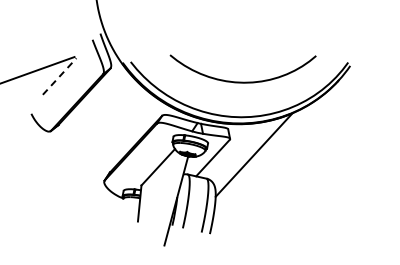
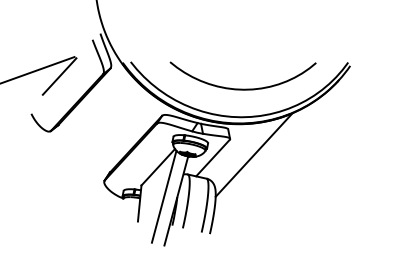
line at (59, 76): dashed -> solid
curve at (242, 81) position: (242, 81) -> (242, 88)
line at (163, 196): none -> present
